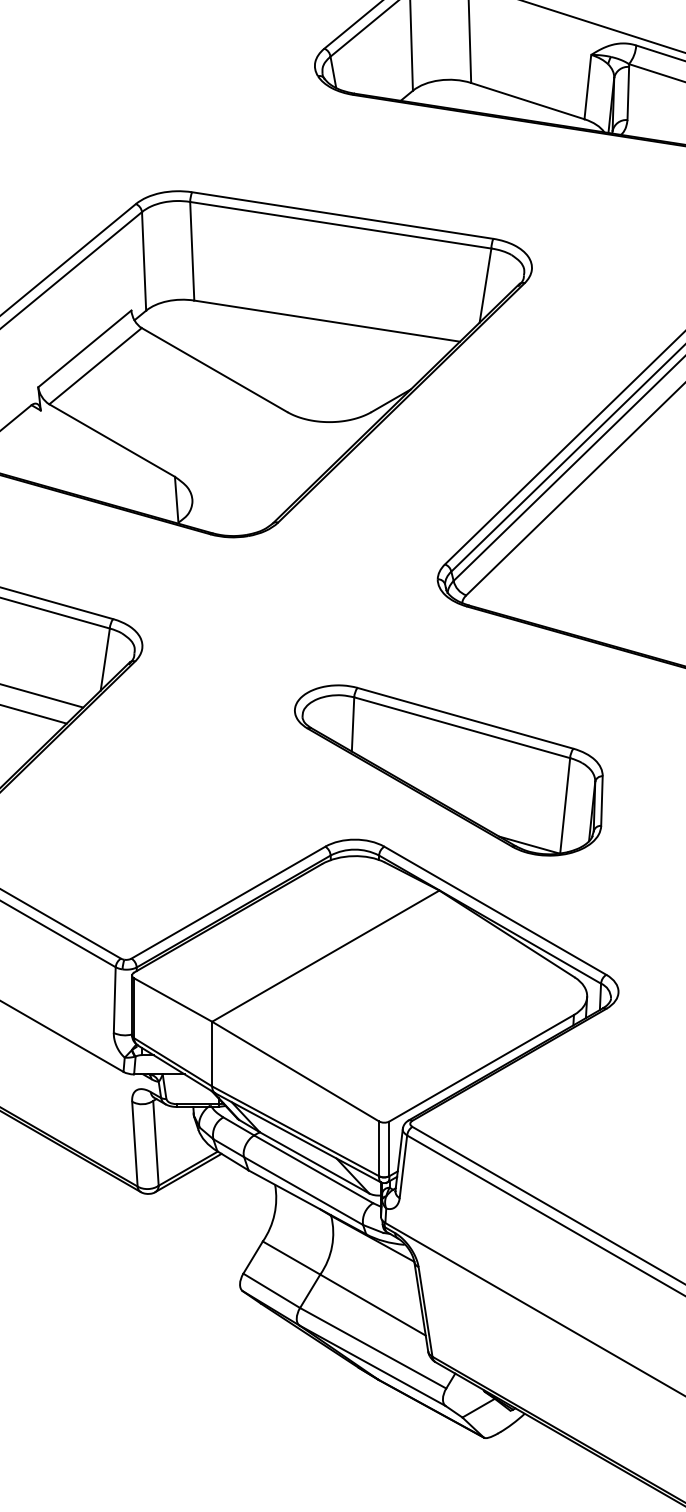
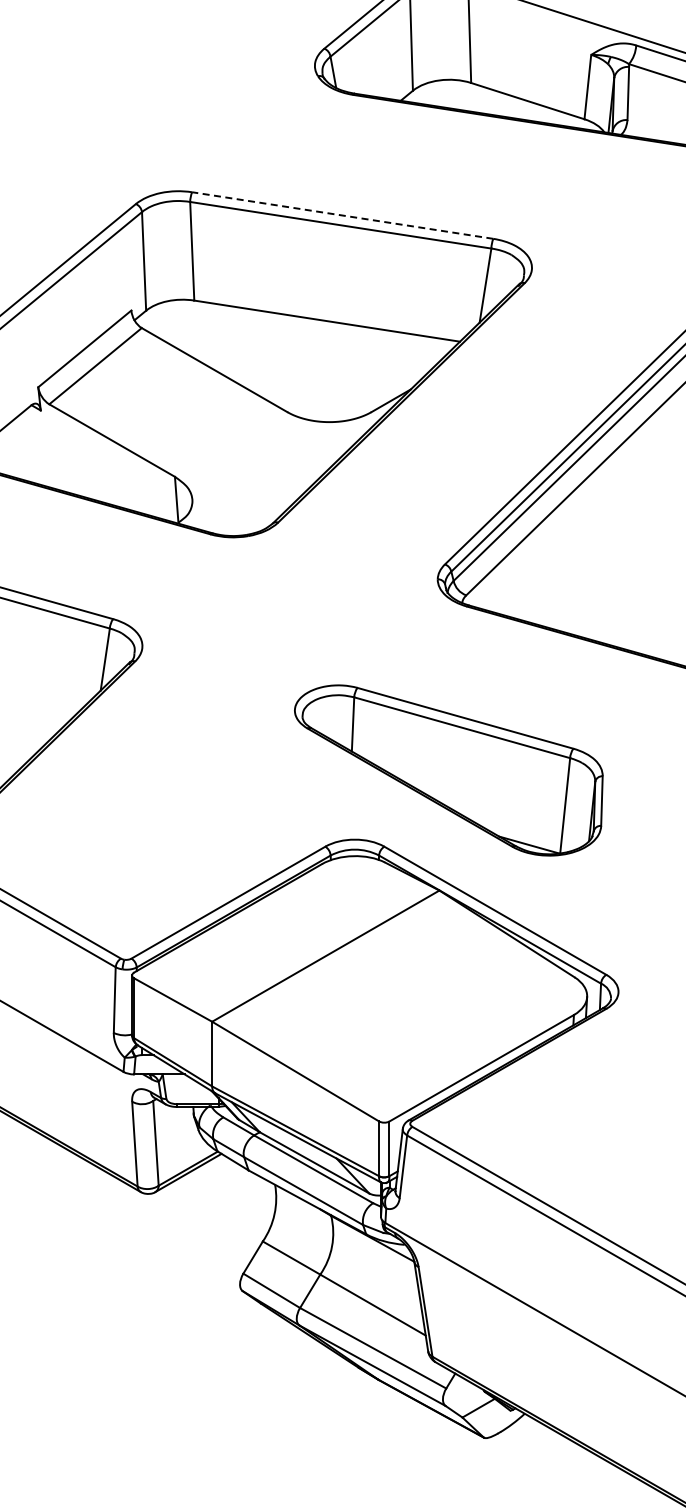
line at (342, 215): solid -> dashed
line at (42, 695): present -> none
line at (34, 714): present -> none
